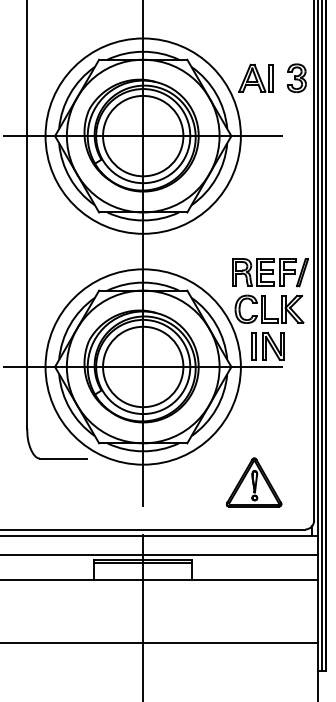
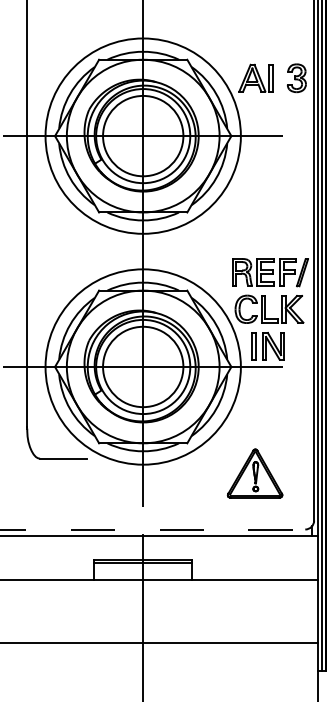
part at (253, 482) position: (253, 482) -> (254, 473)
line at (152, 529): solid -> dashed
line at (160, 555): present -> none
